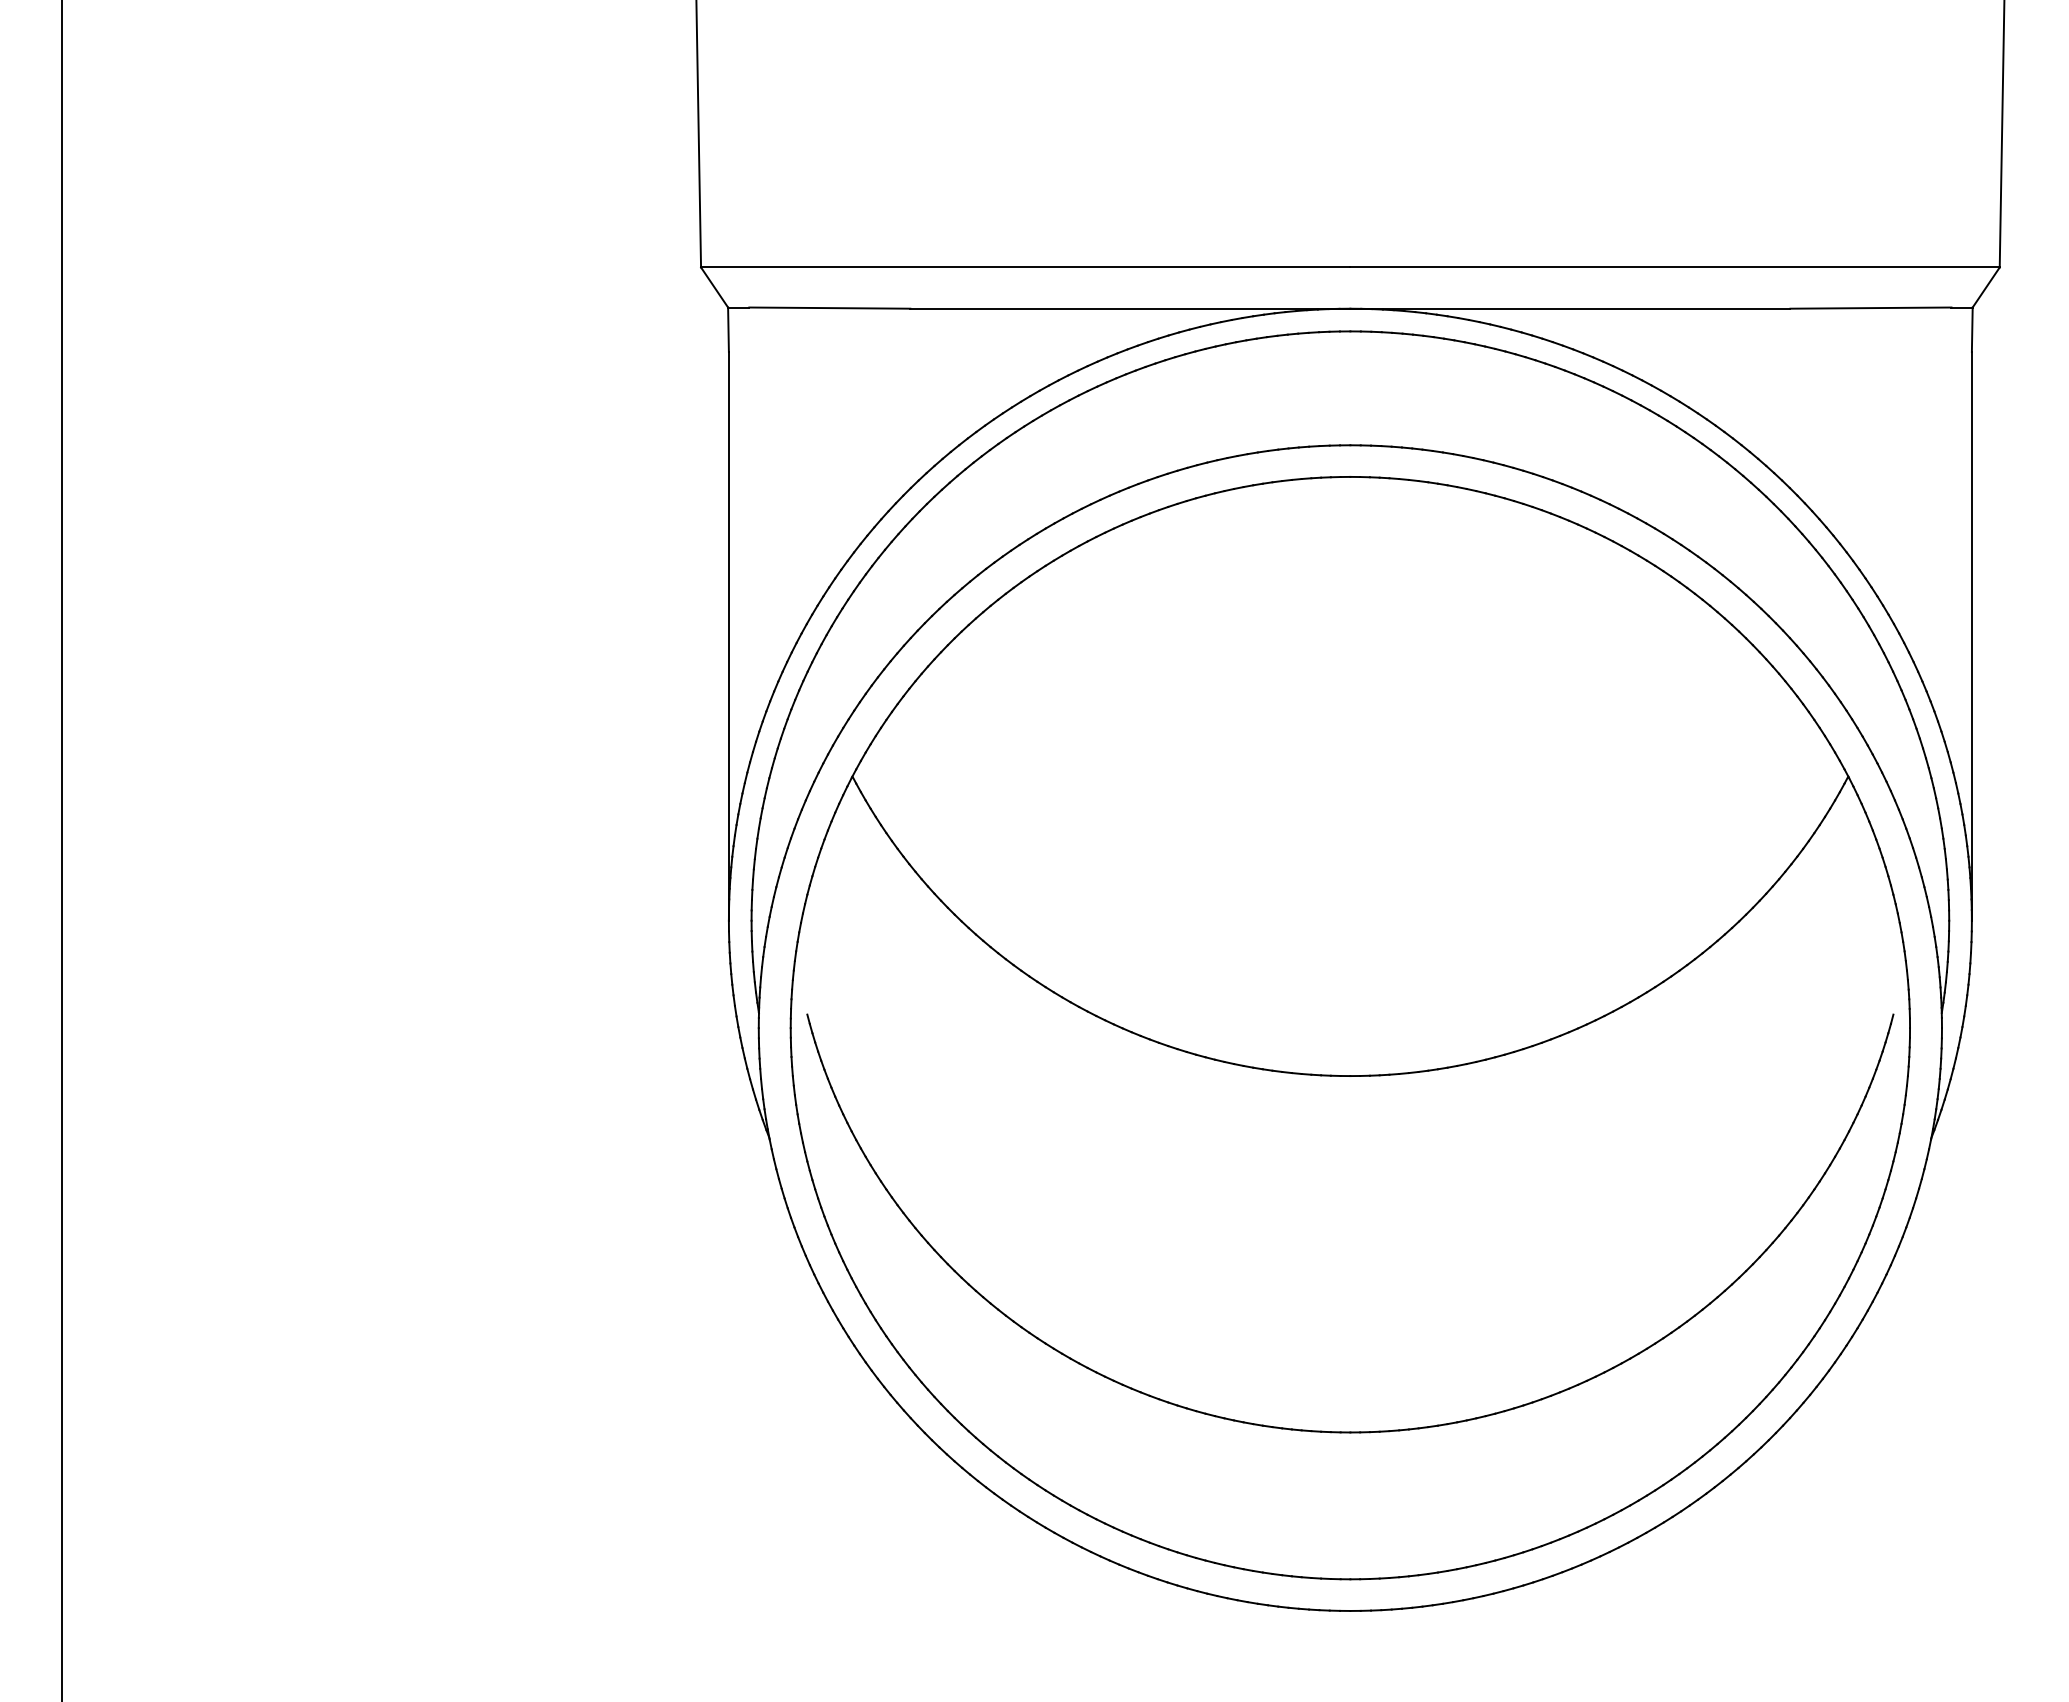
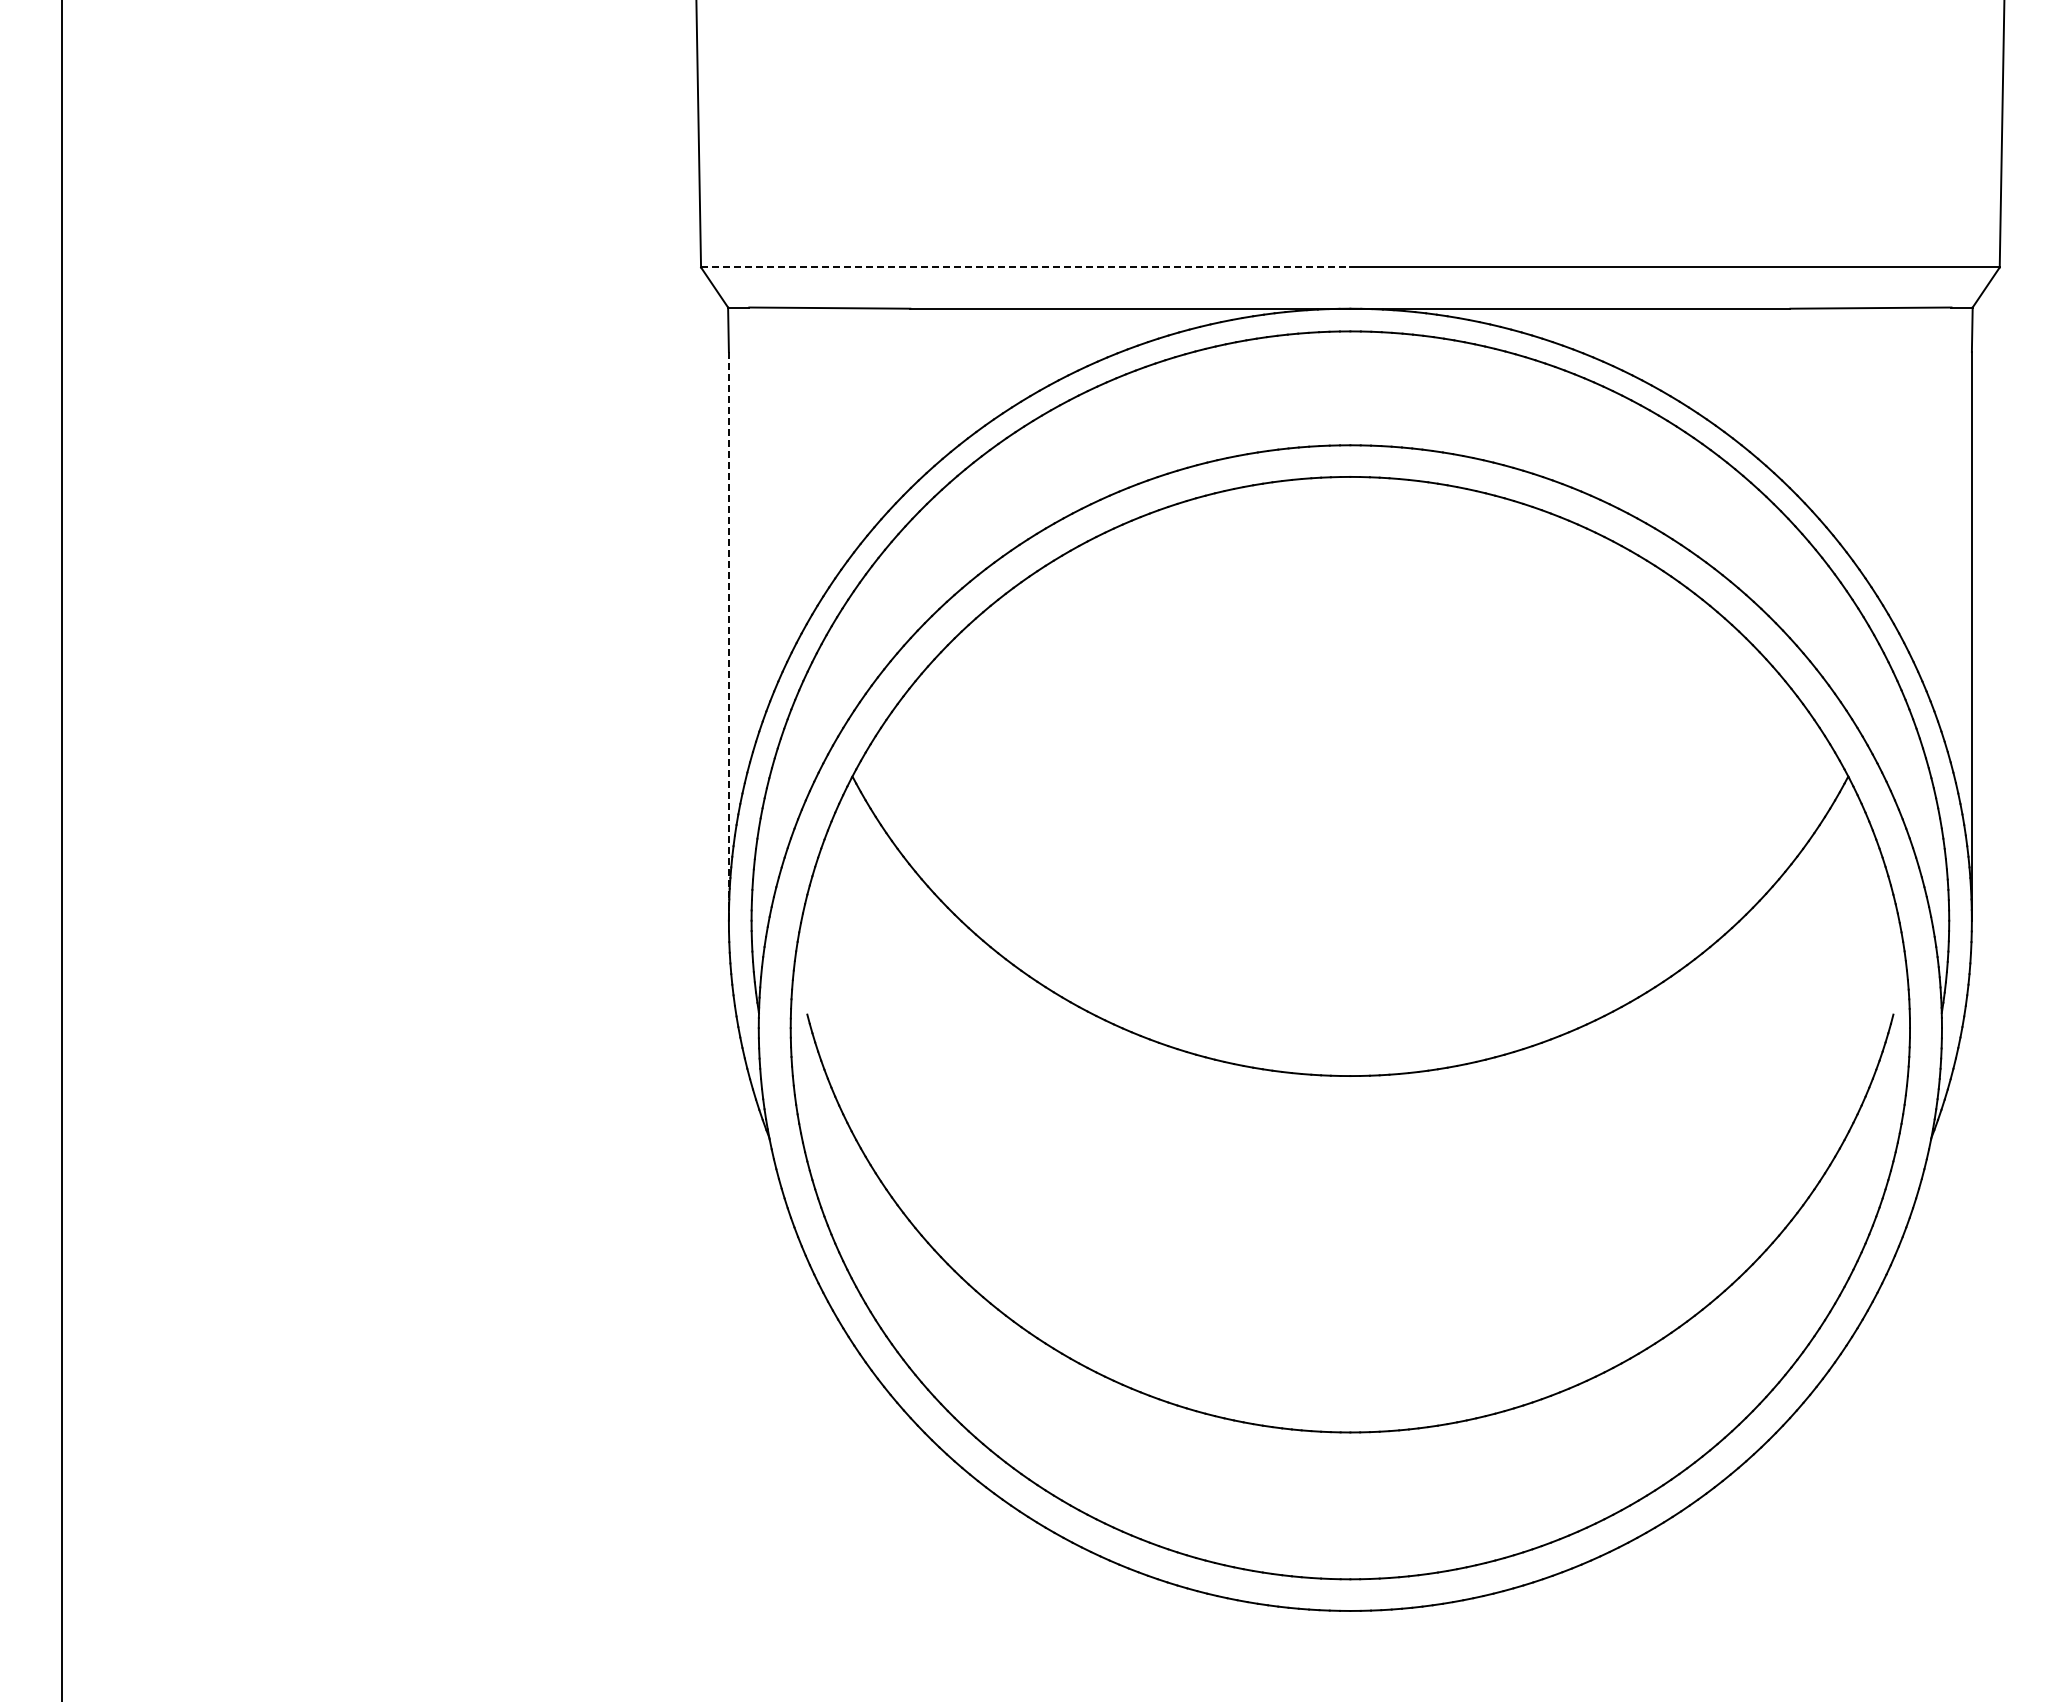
line at (1025, 267): solid -> dashed
line at (728, 636): solid -> dashed
